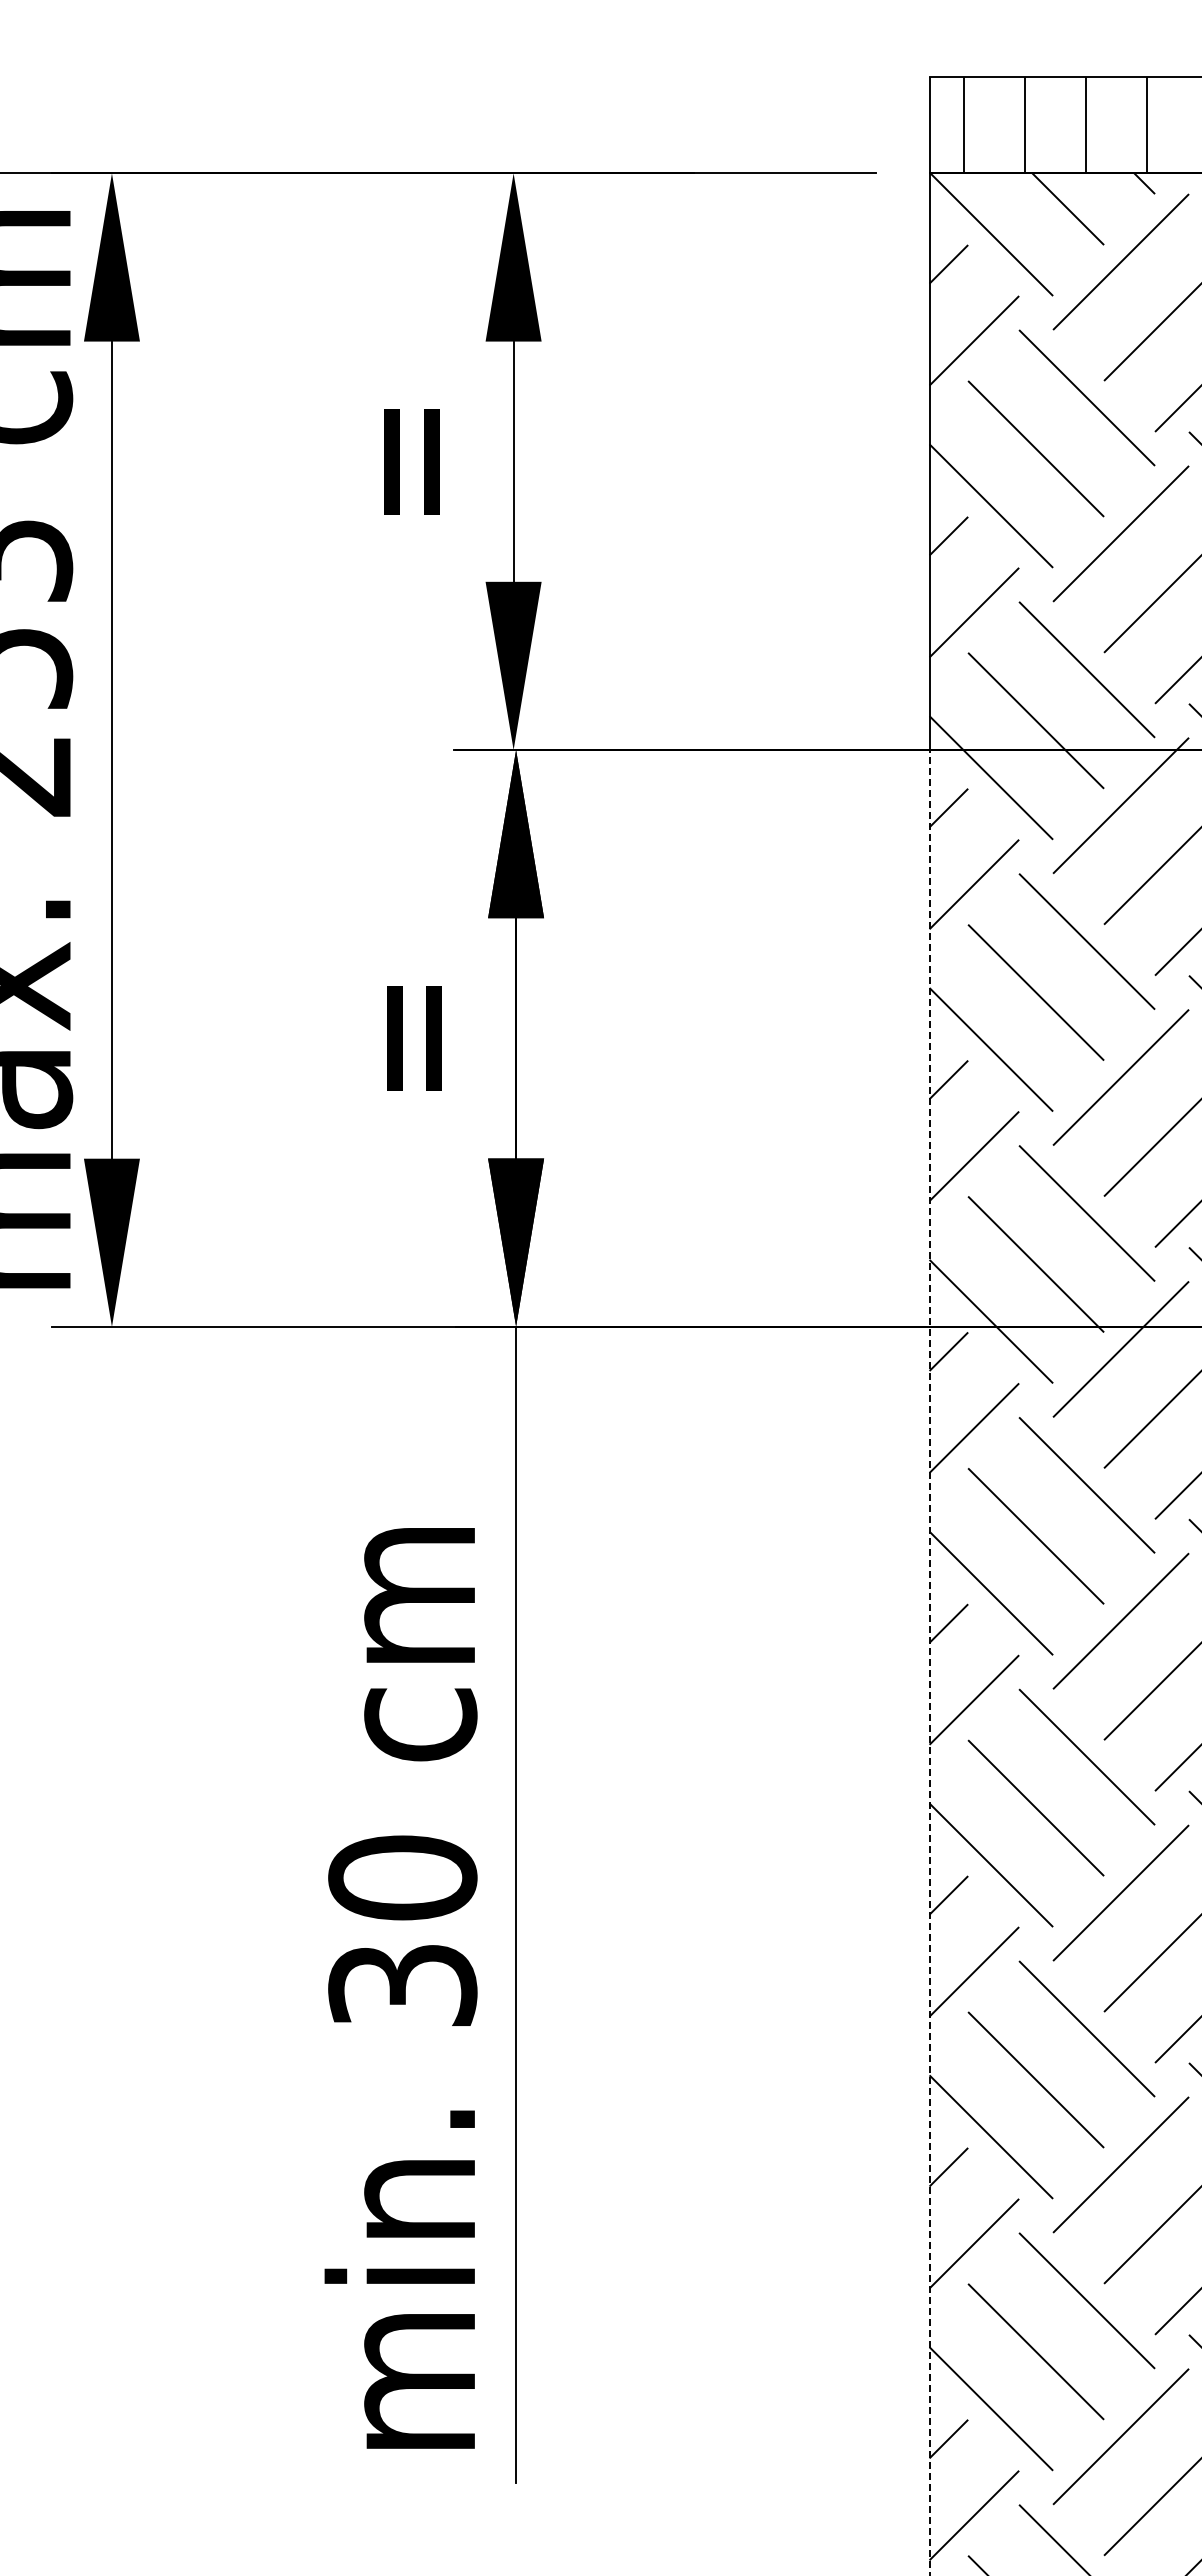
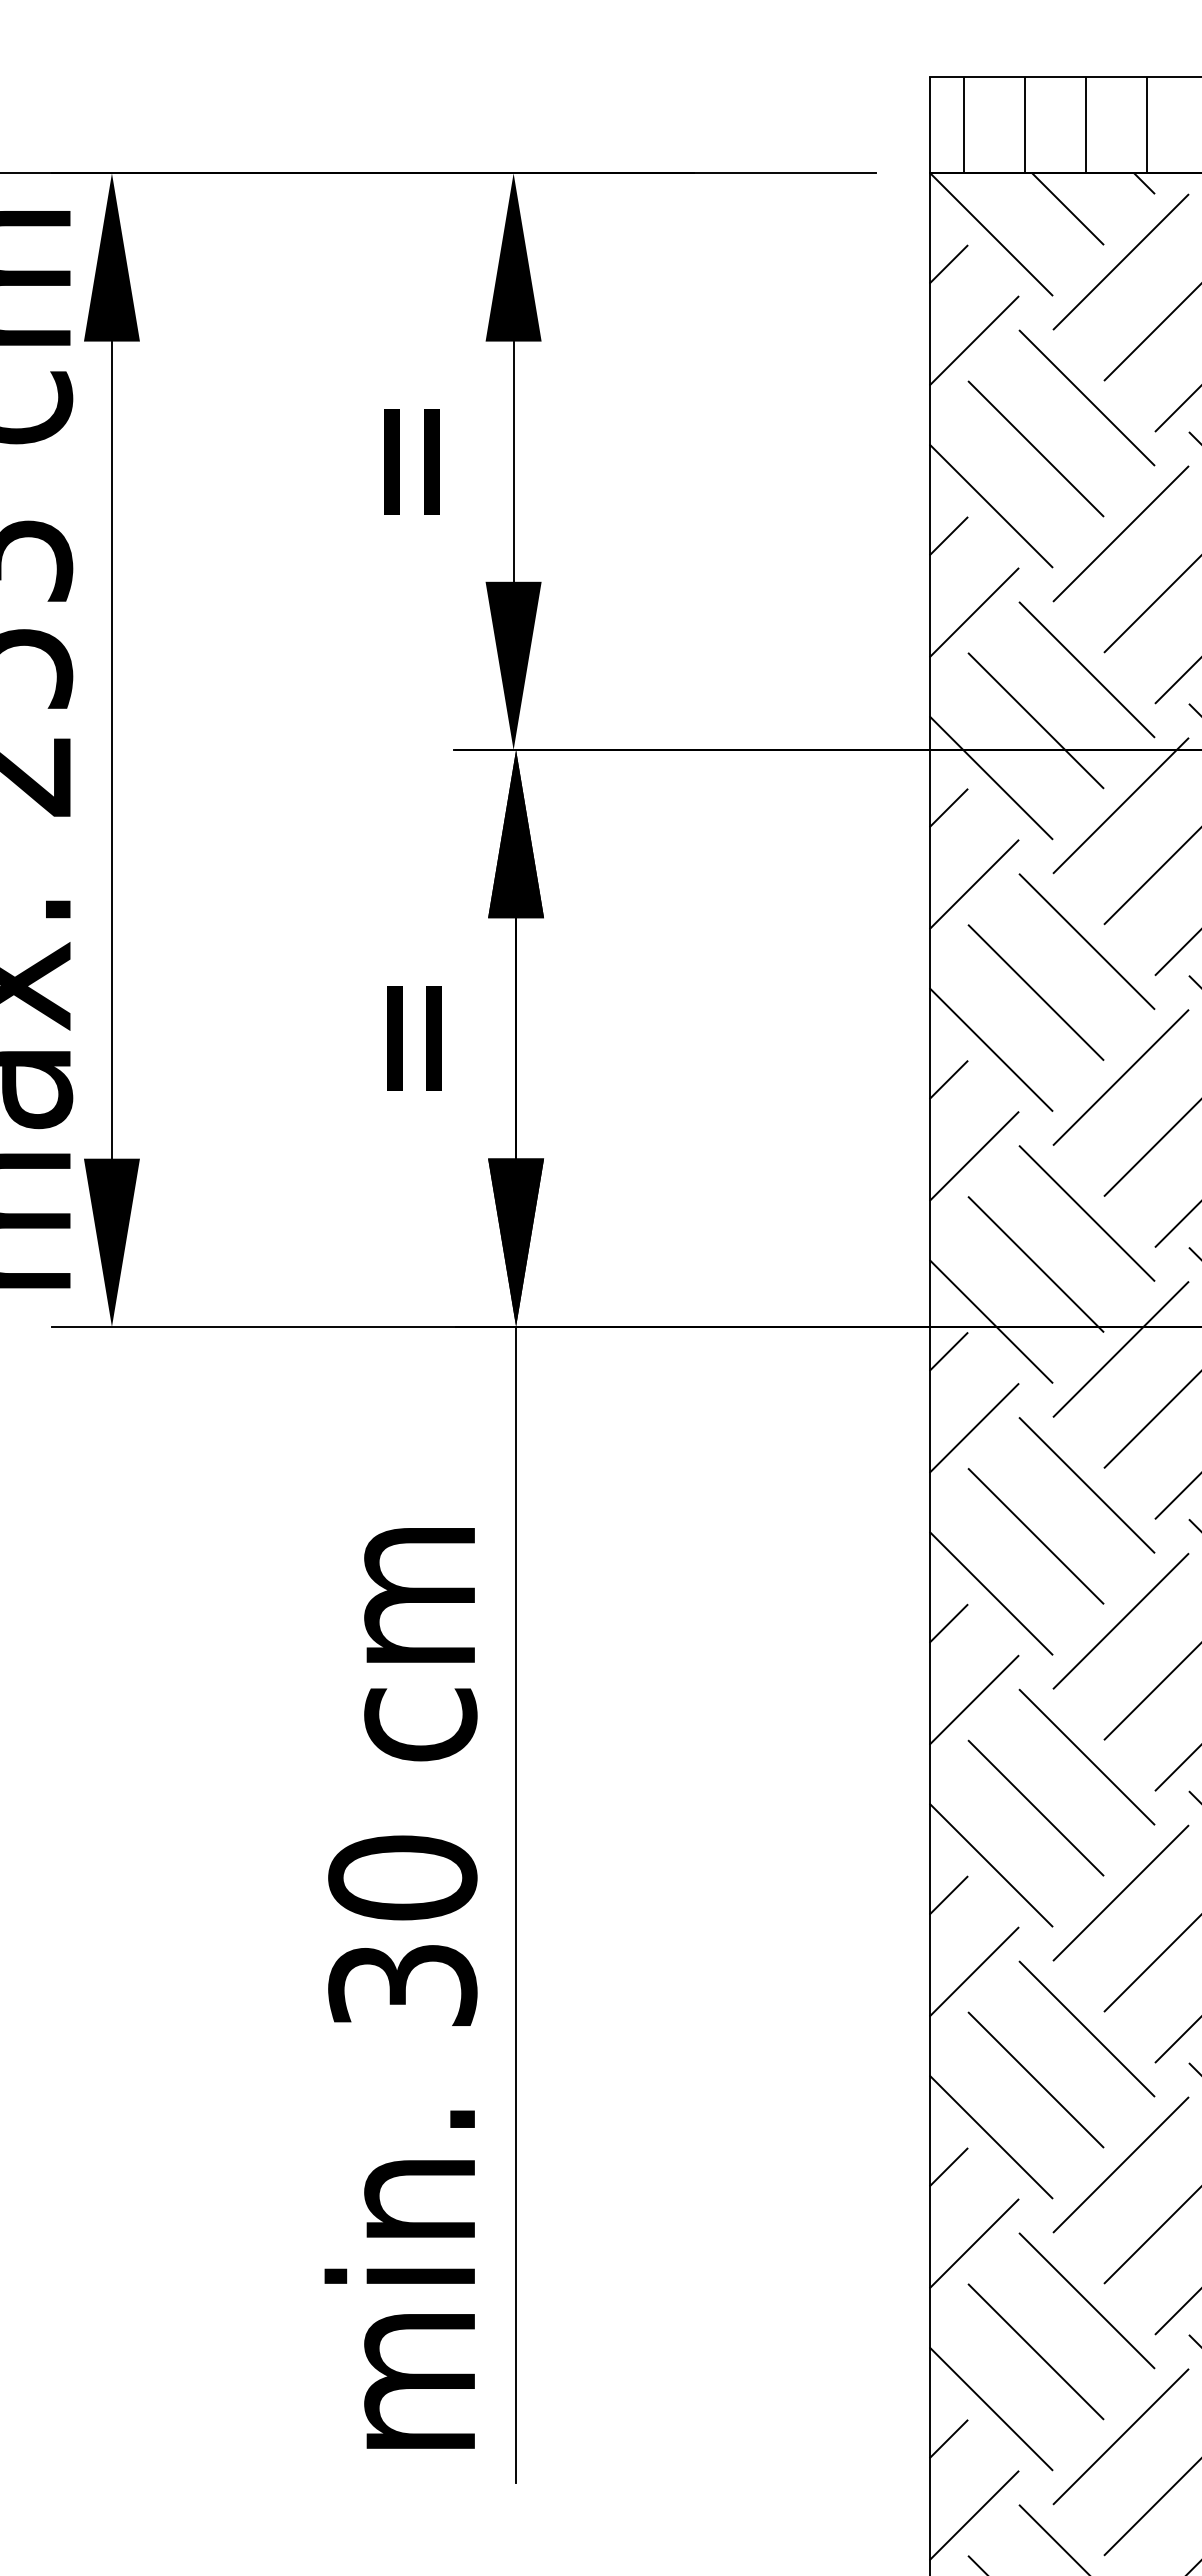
line at (929, 1662): dashed -> solid
